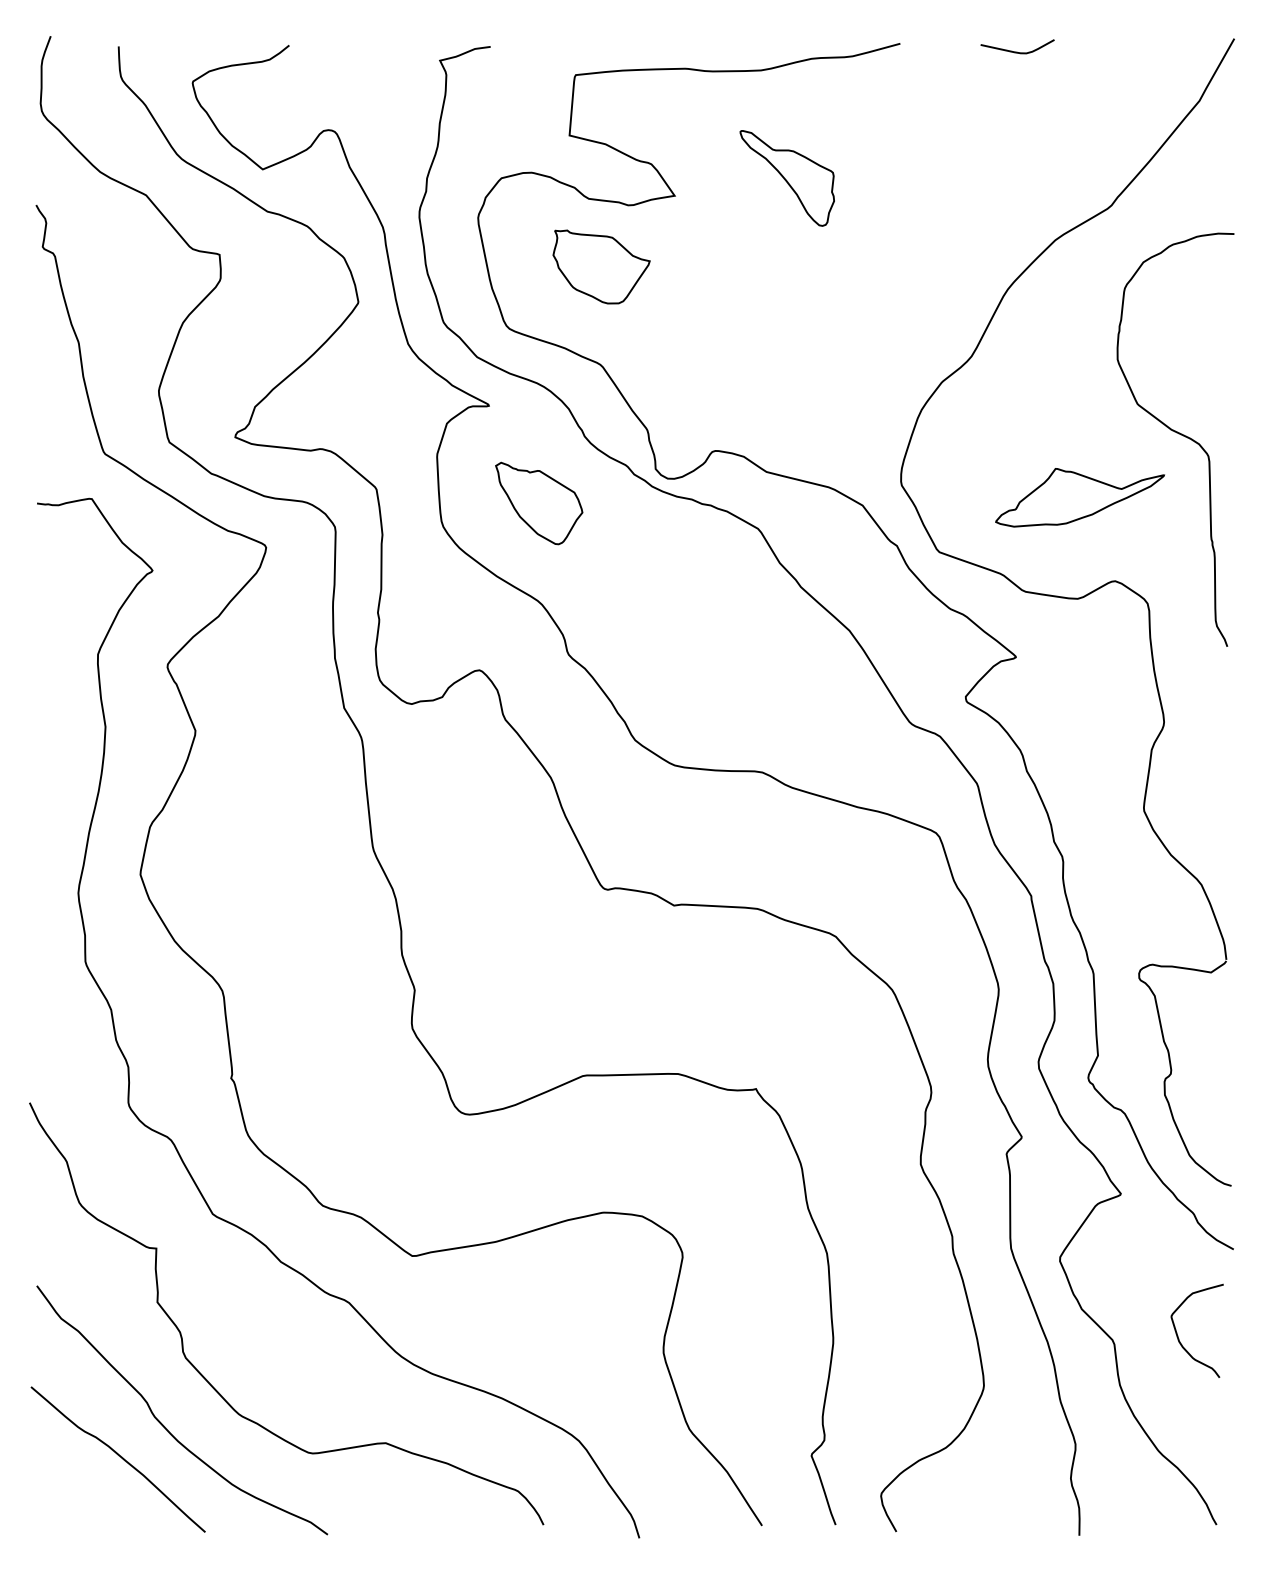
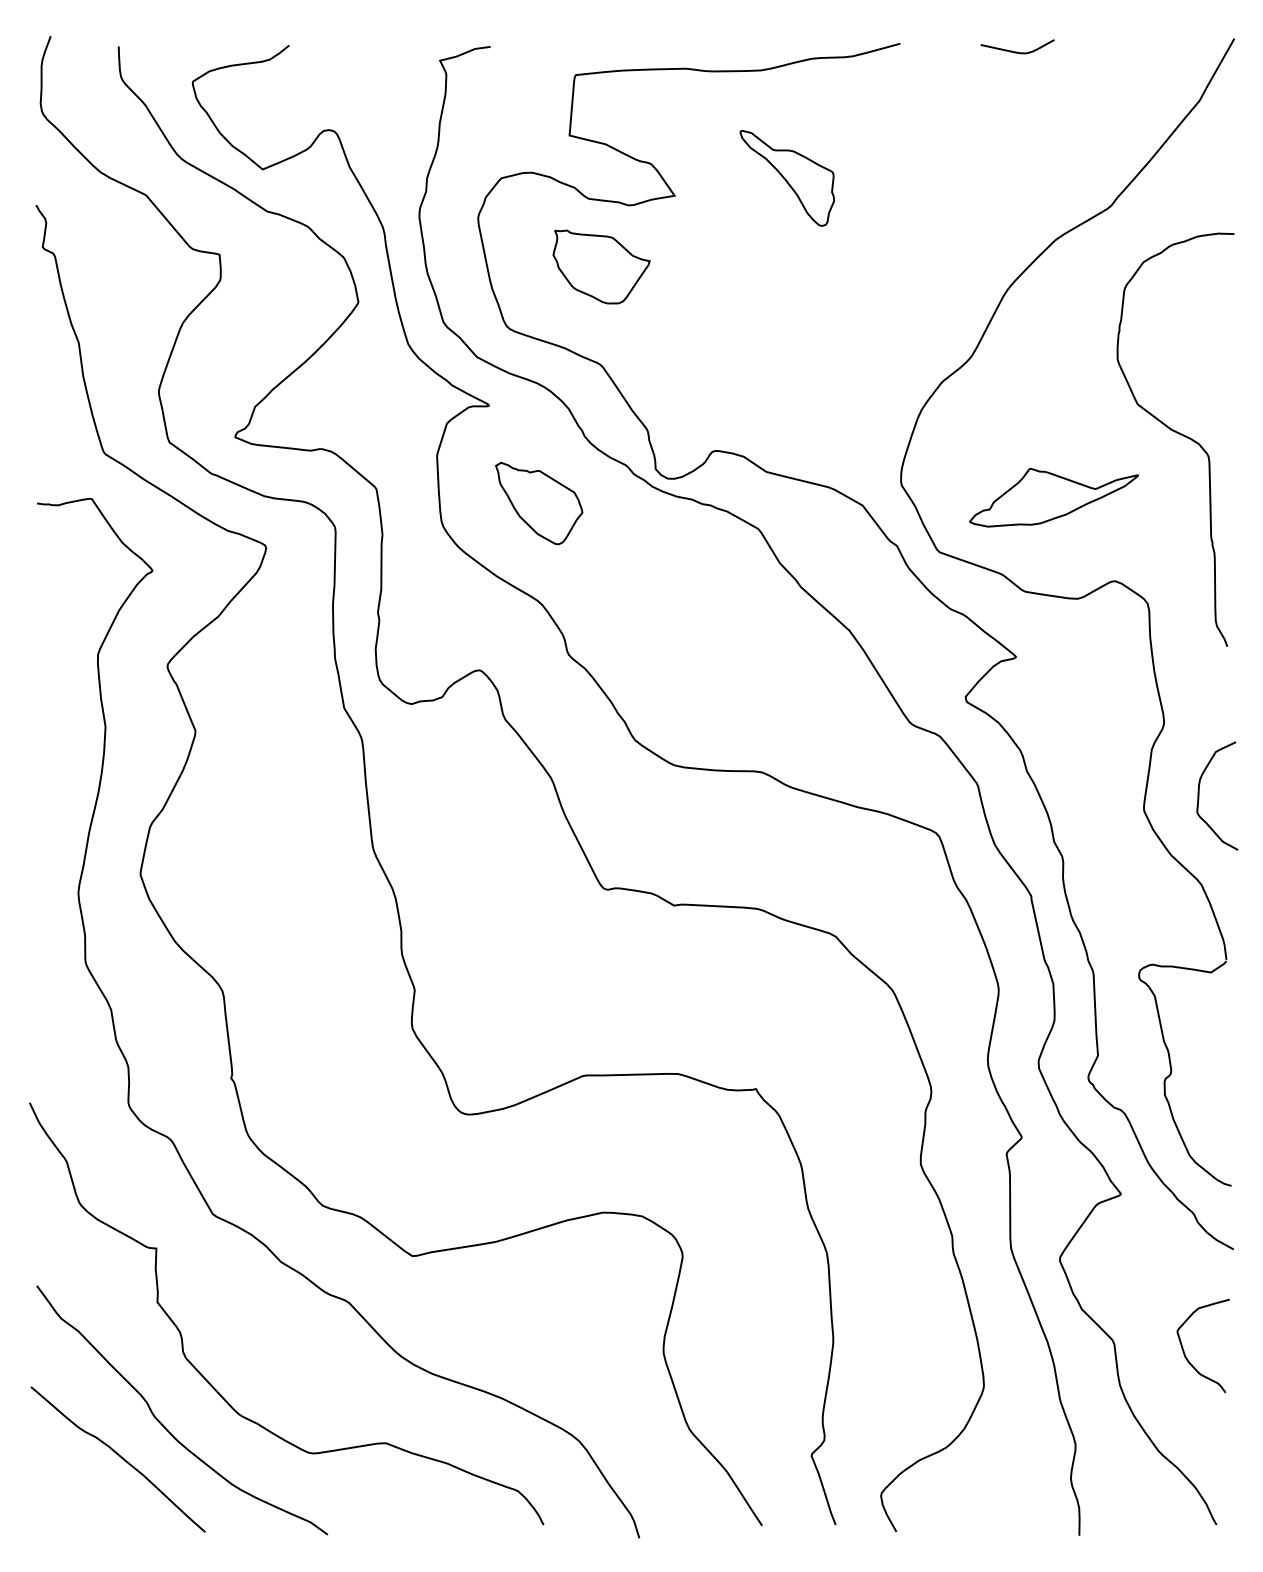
part at (1080, 497) position: (1080, 497) -> (1054, 497)
curve at (1199, 795): none -> present
curve at (1178, 1335) position: (1178, 1335) -> (1184, 1350)
